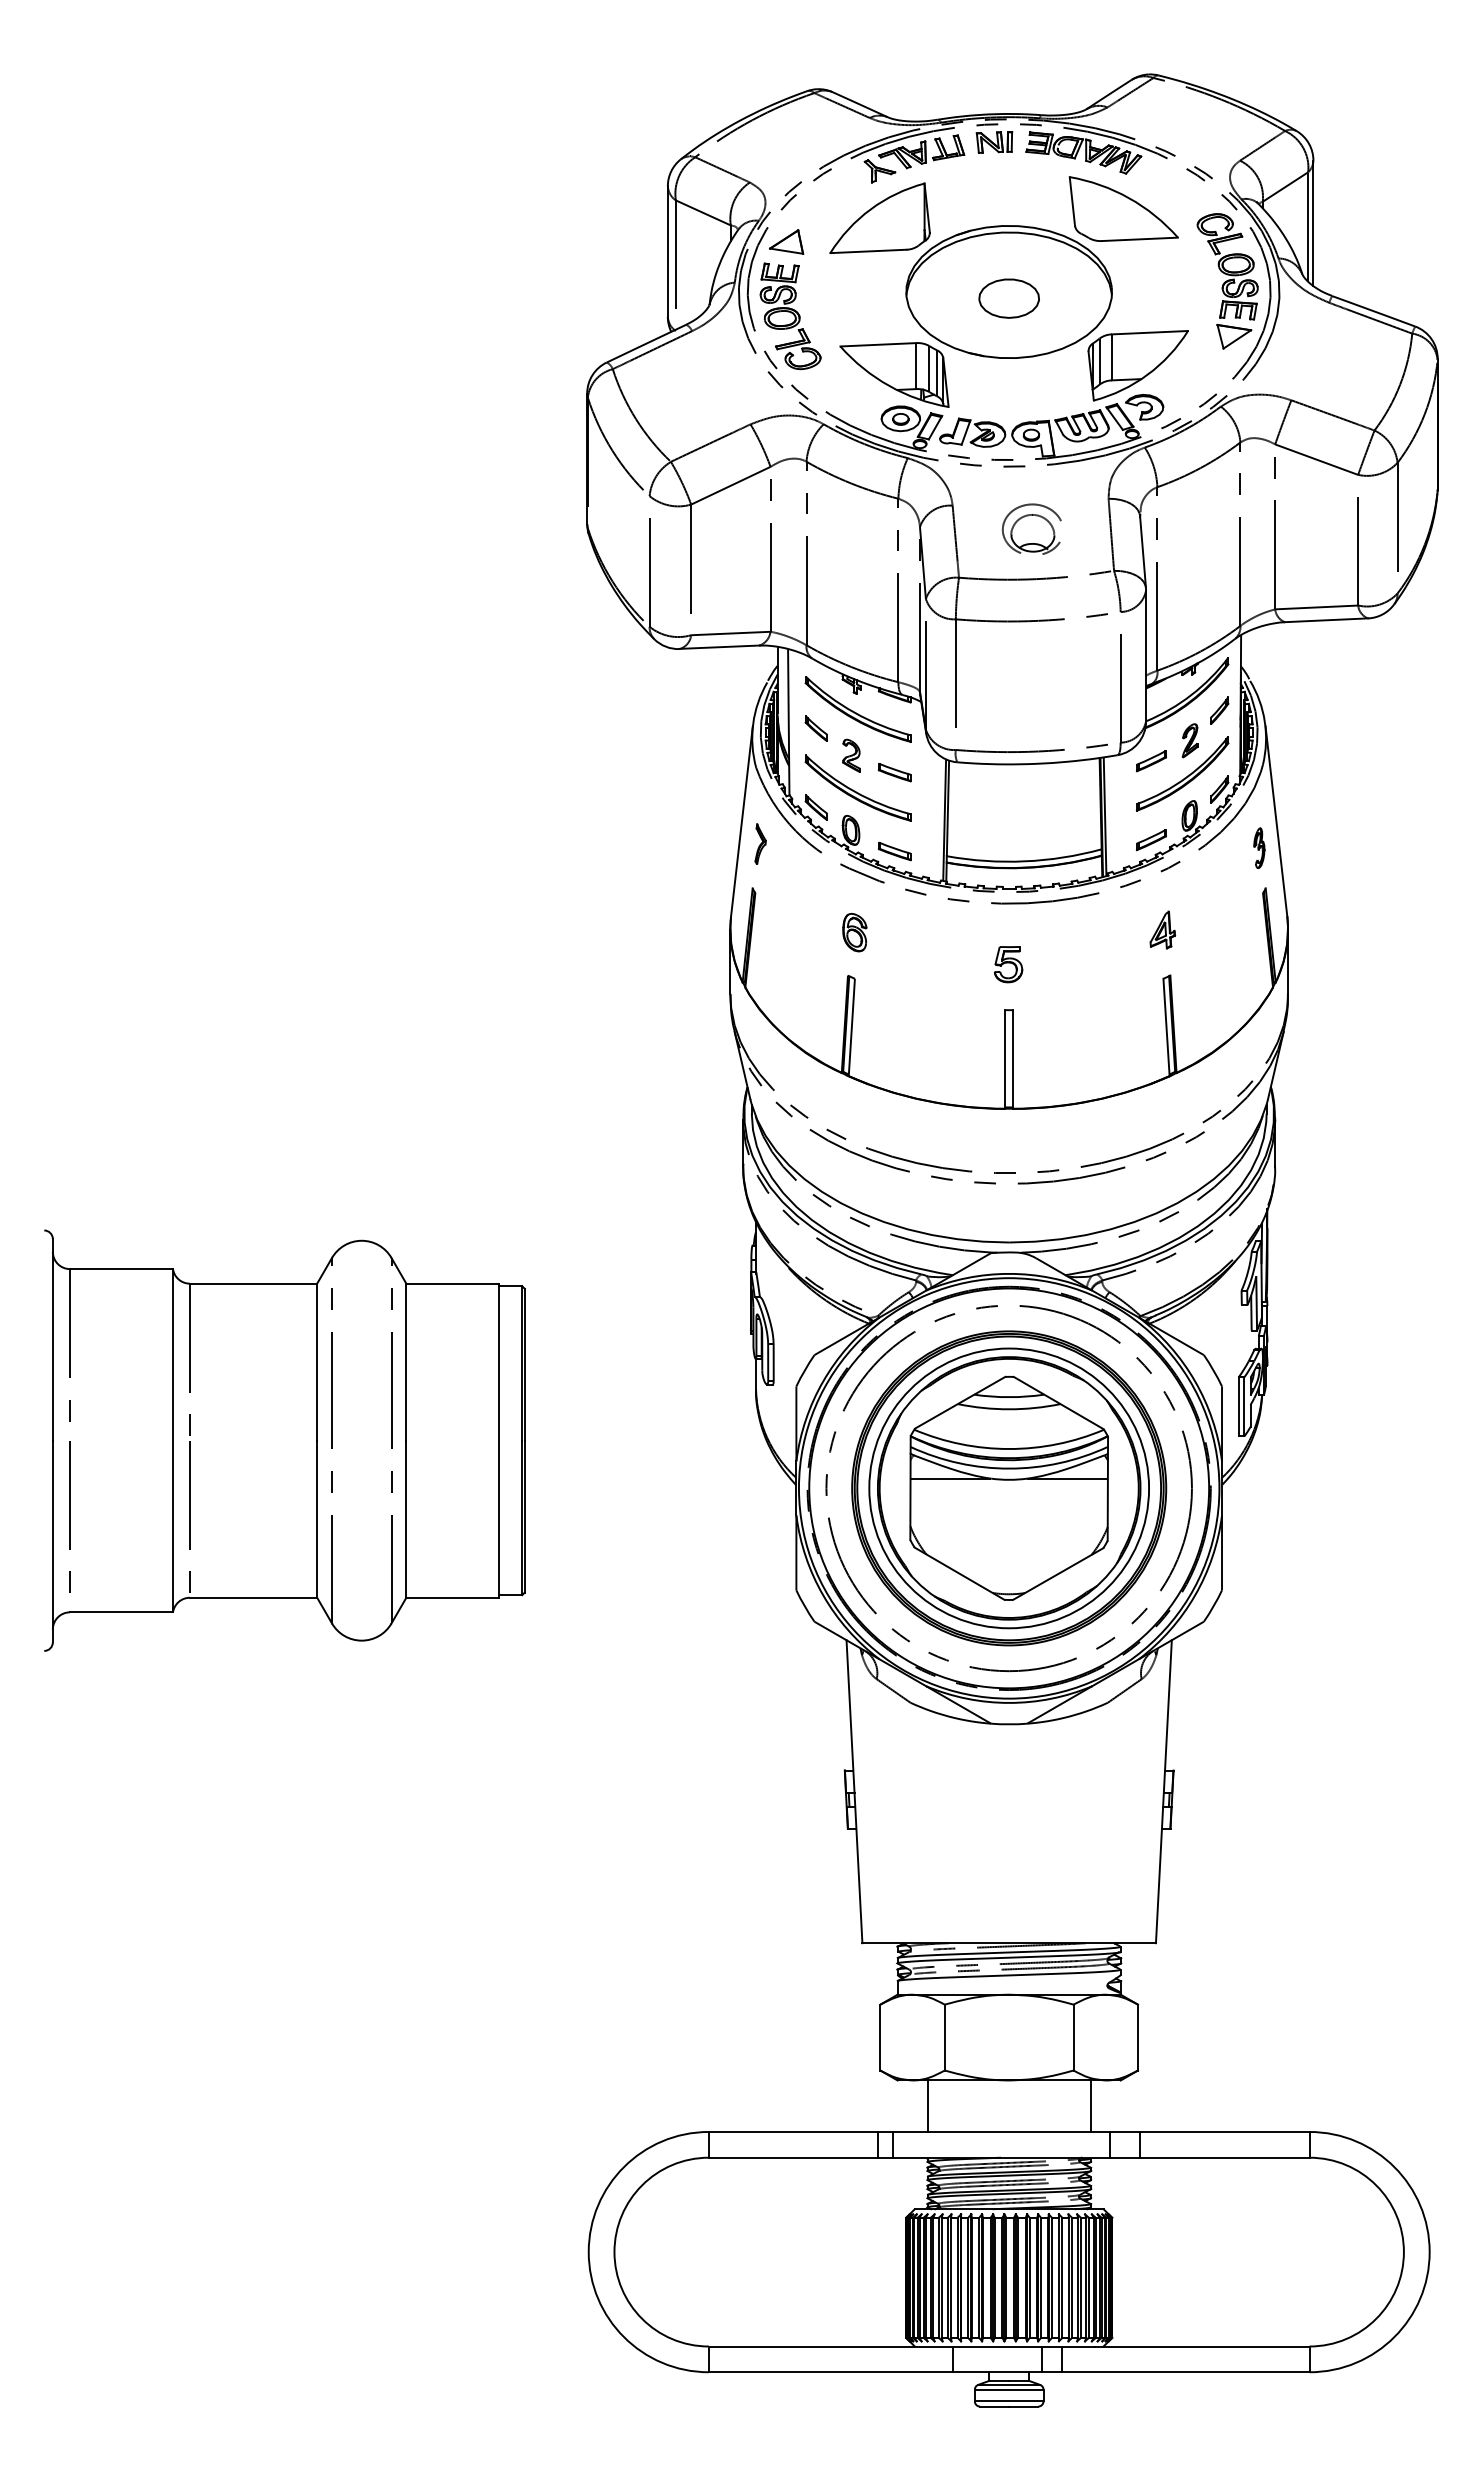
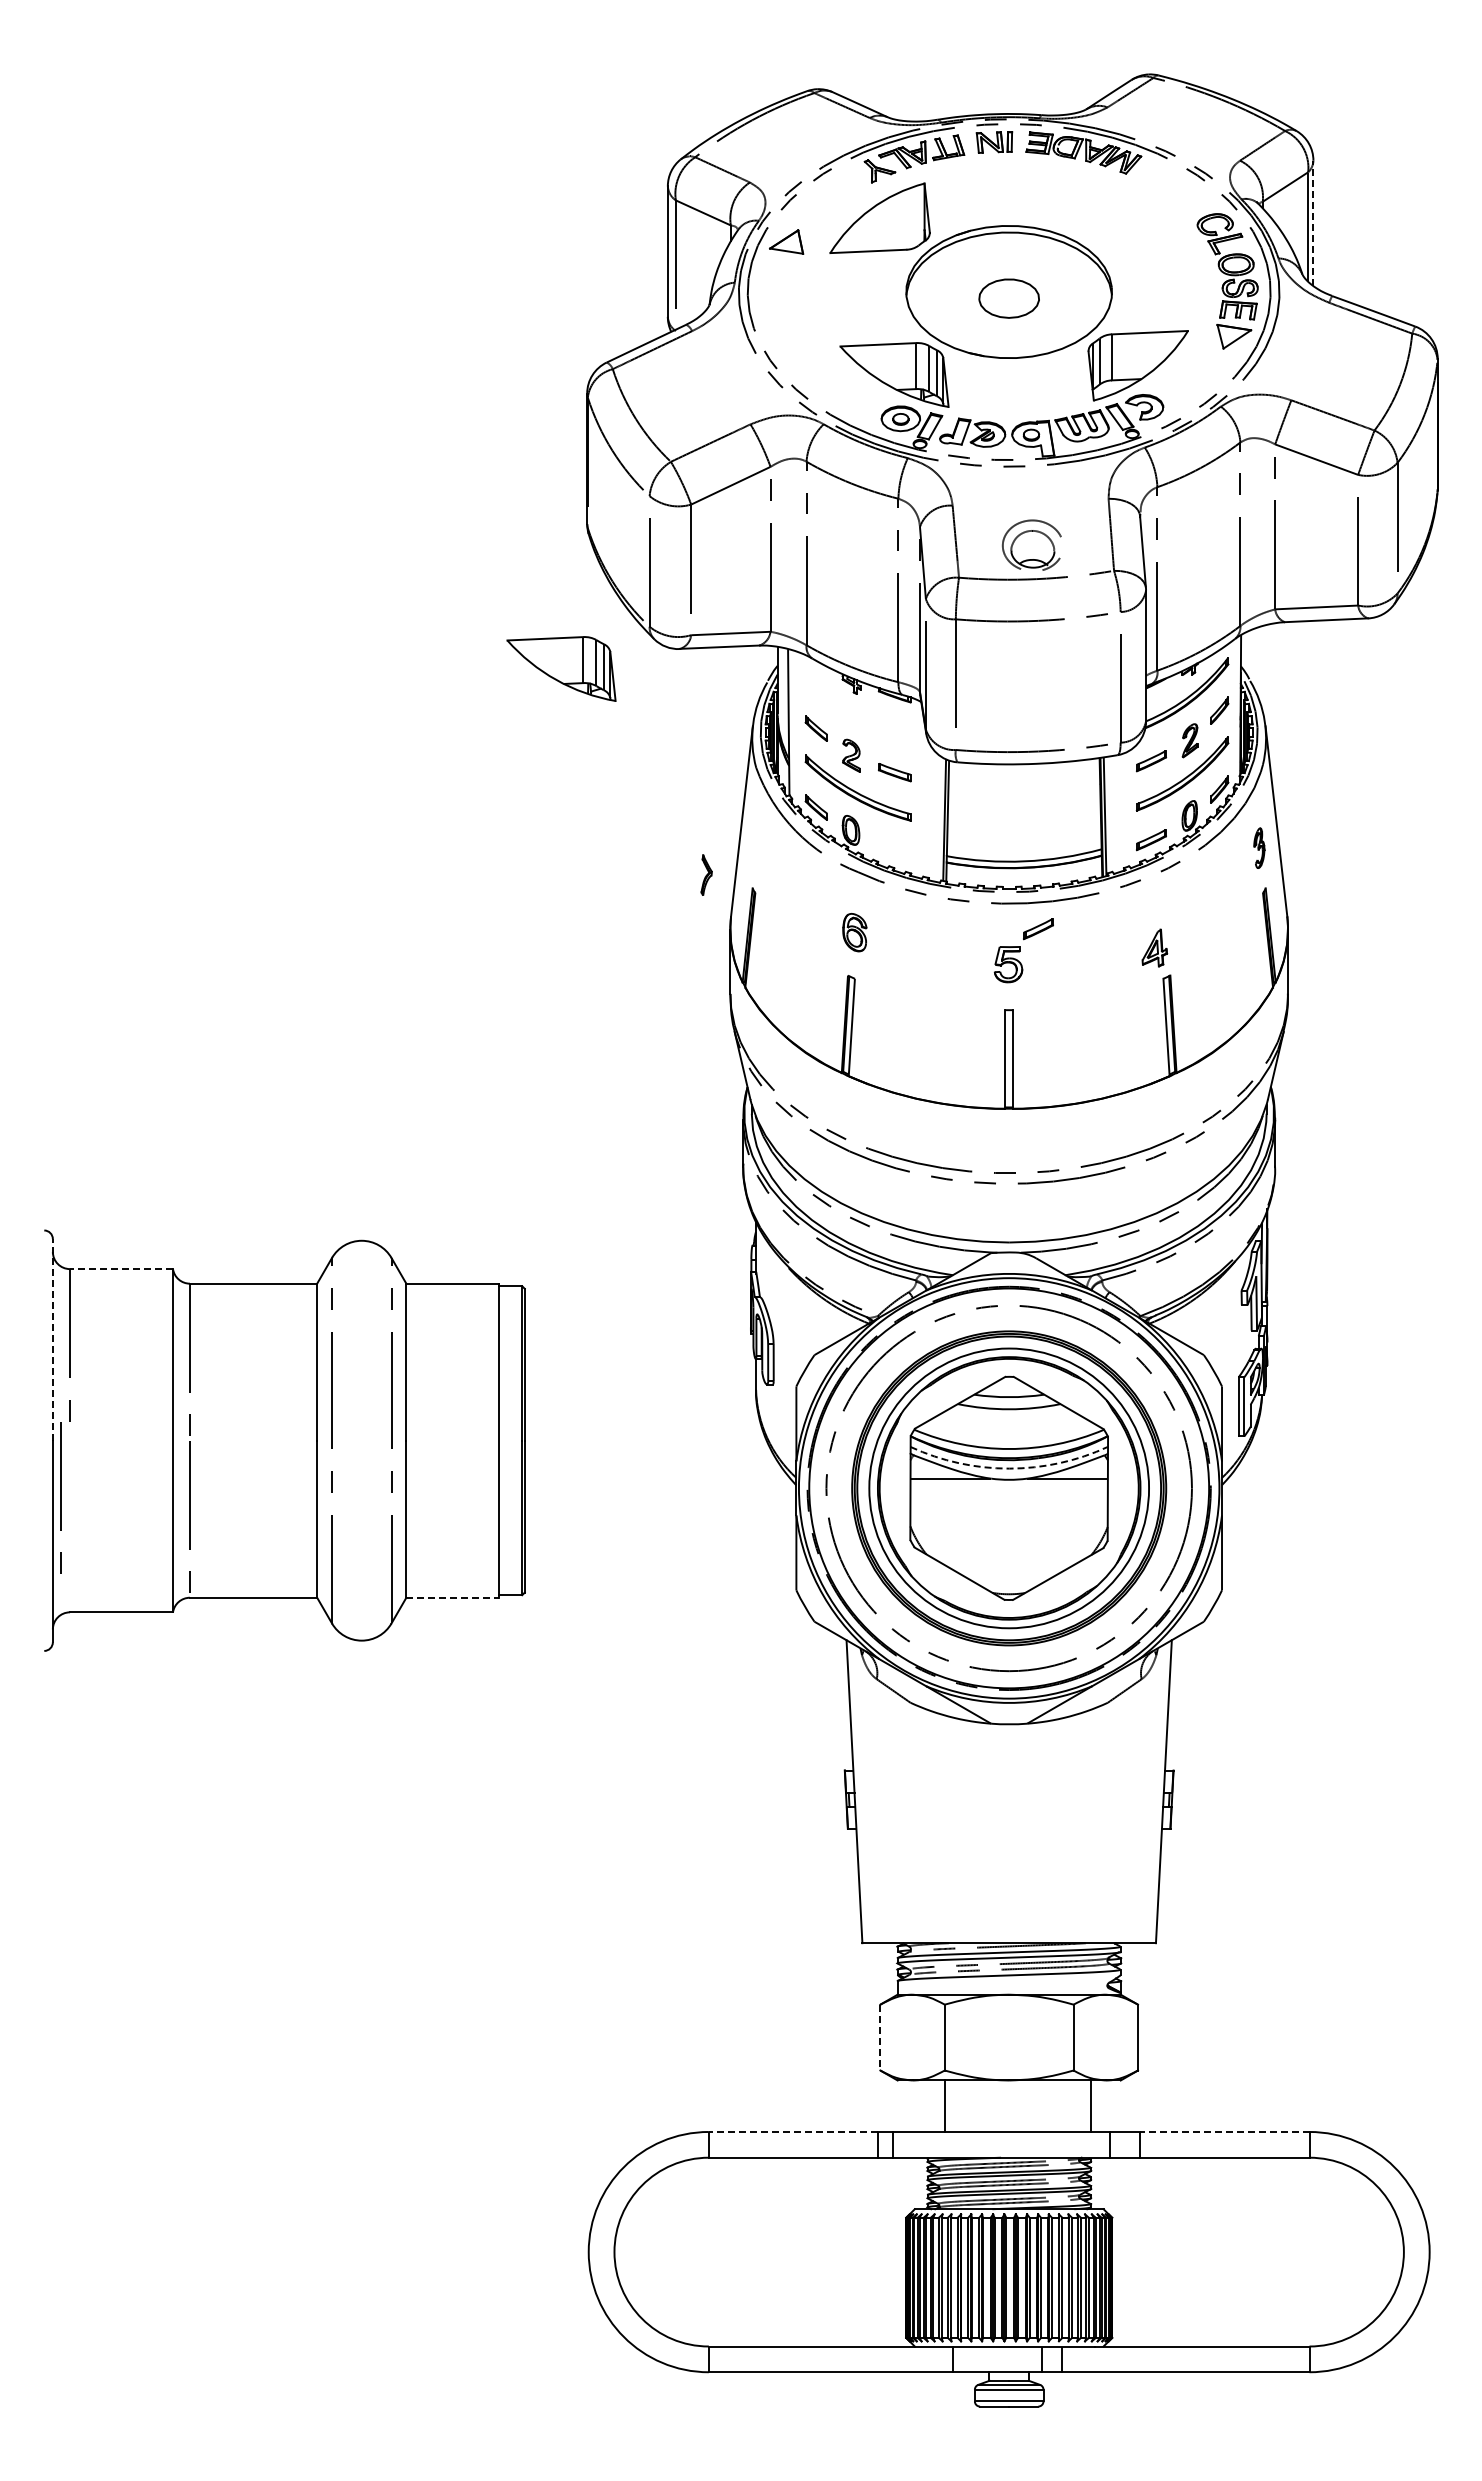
part at (1123, 208): present -> none
line at (1313, 223): solid -> dashed
part at (790, 316): present -> none
part at (1031, 528) position: (1031, 528) -> (1031, 544)
part at (561, 668): none -> present
part at (857, 709): present -> none
part at (760, 843) position: (760, 843) -> (706, 874)
part at (894, 851): present -> none
part at (1038, 929): none -> present
part at (1162, 929) position: (1162, 929) -> (1154, 947)
line at (121, 1269): solid -> dashed
line at (52, 1339): solid -> dashed
arc at (1009, 1468): solid -> dashed
line at (69, 1516) position: (69, 1516) -> (60, 1497)
line at (453, 1597): solid -> dashed
line at (880, 2037): solid -> dashed
line at (927, 2105) position: (927, 2105) -> (944, 2105)
line at (793, 2131): solid -> dashed
line at (1224, 2131): solid -> dashed
